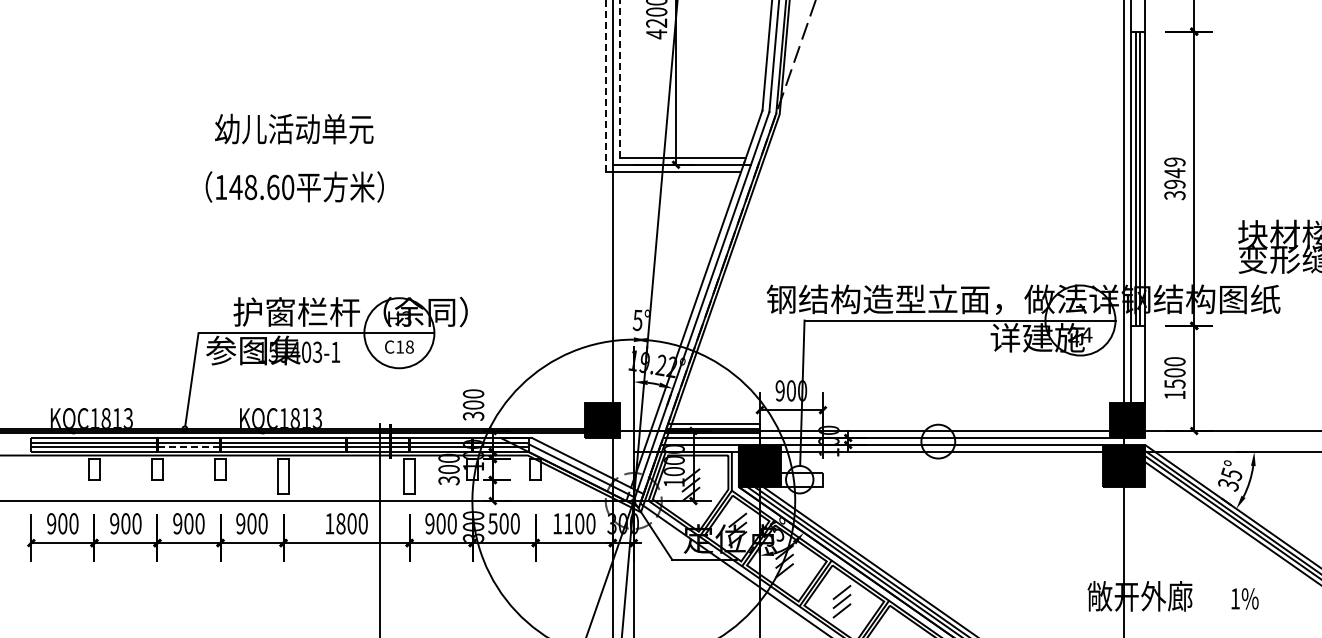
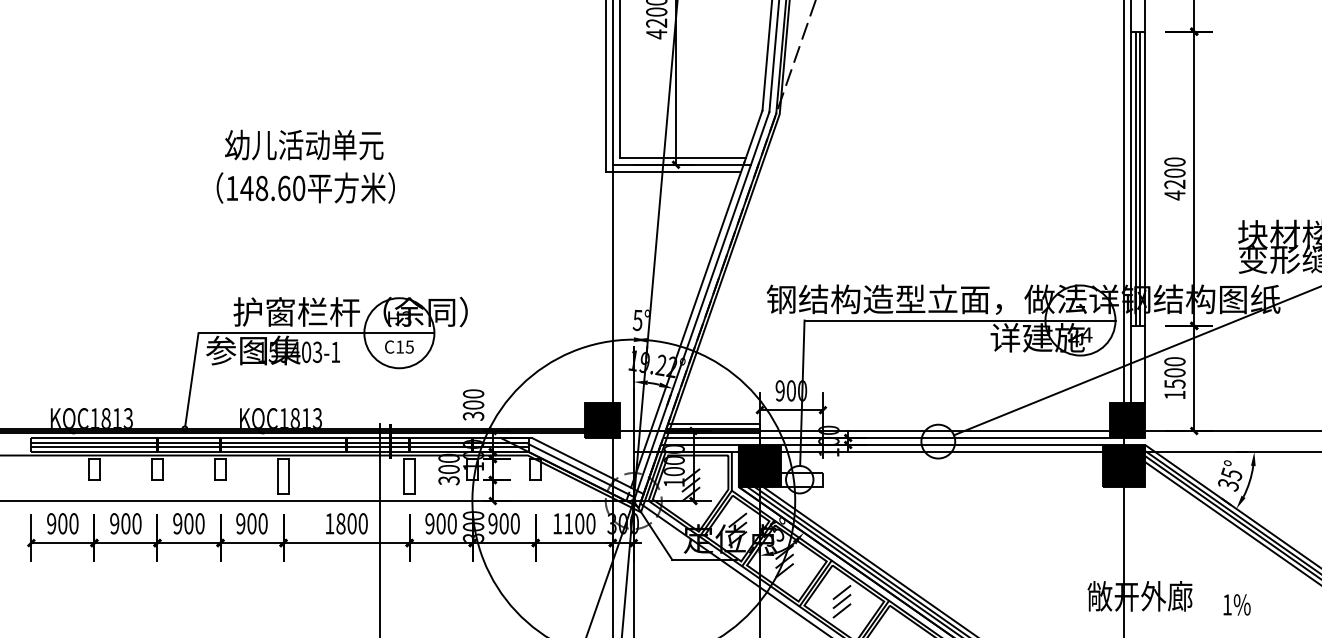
line at (619, 79): dashed -> solid
line at (605, 86): dashed -> solid
text at (294, 128) position: (294, 128) -> (304, 144)
text at (1174, 178): 3949 -> 4200
text at (294, 186) position: (294, 186) -> (305, 187)
text at (409, 346): C18 -> C15
line at (1135, 361): none -> present
line at (188, 447): dashed -> solid
text at (492, 523): 500 -> 900
text at (1244, 598) position: (1244, 598) -> (1236, 604)
